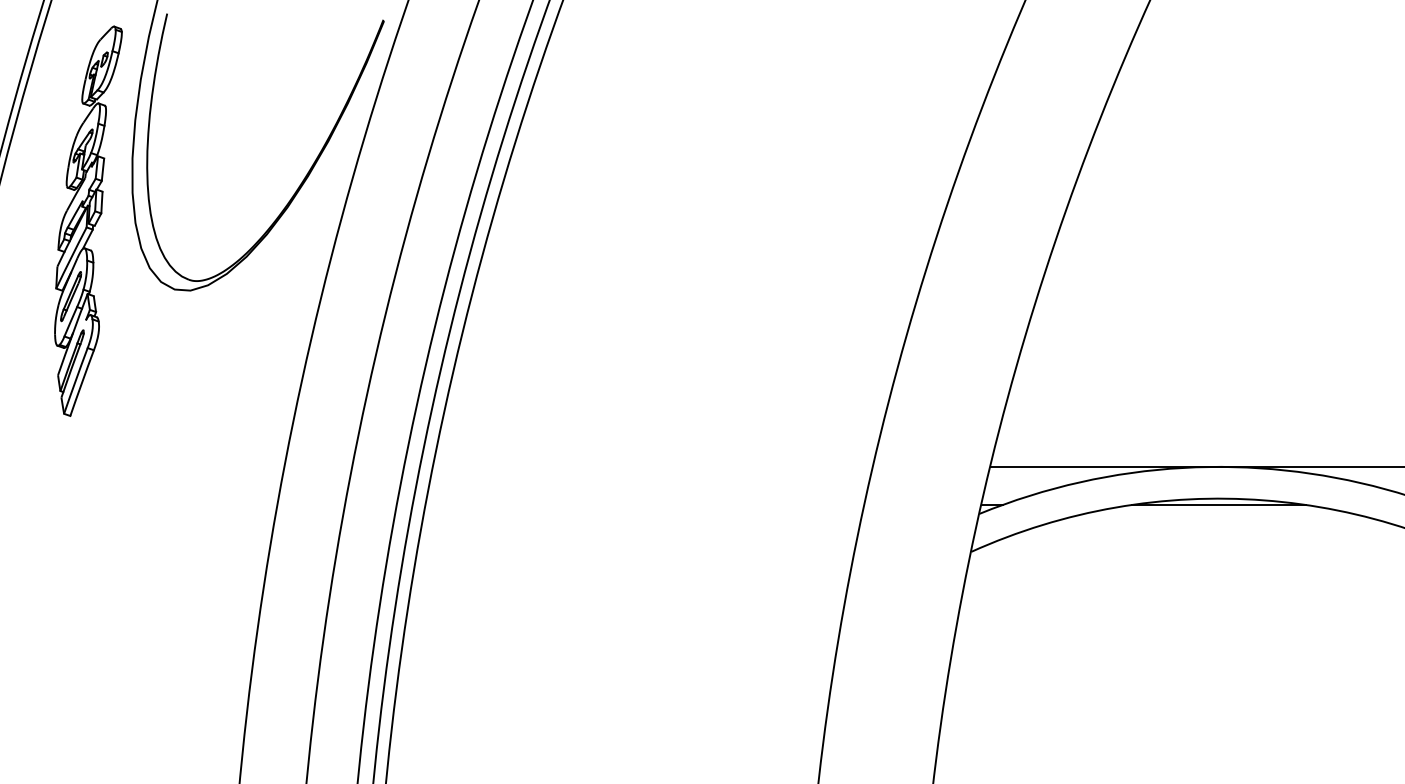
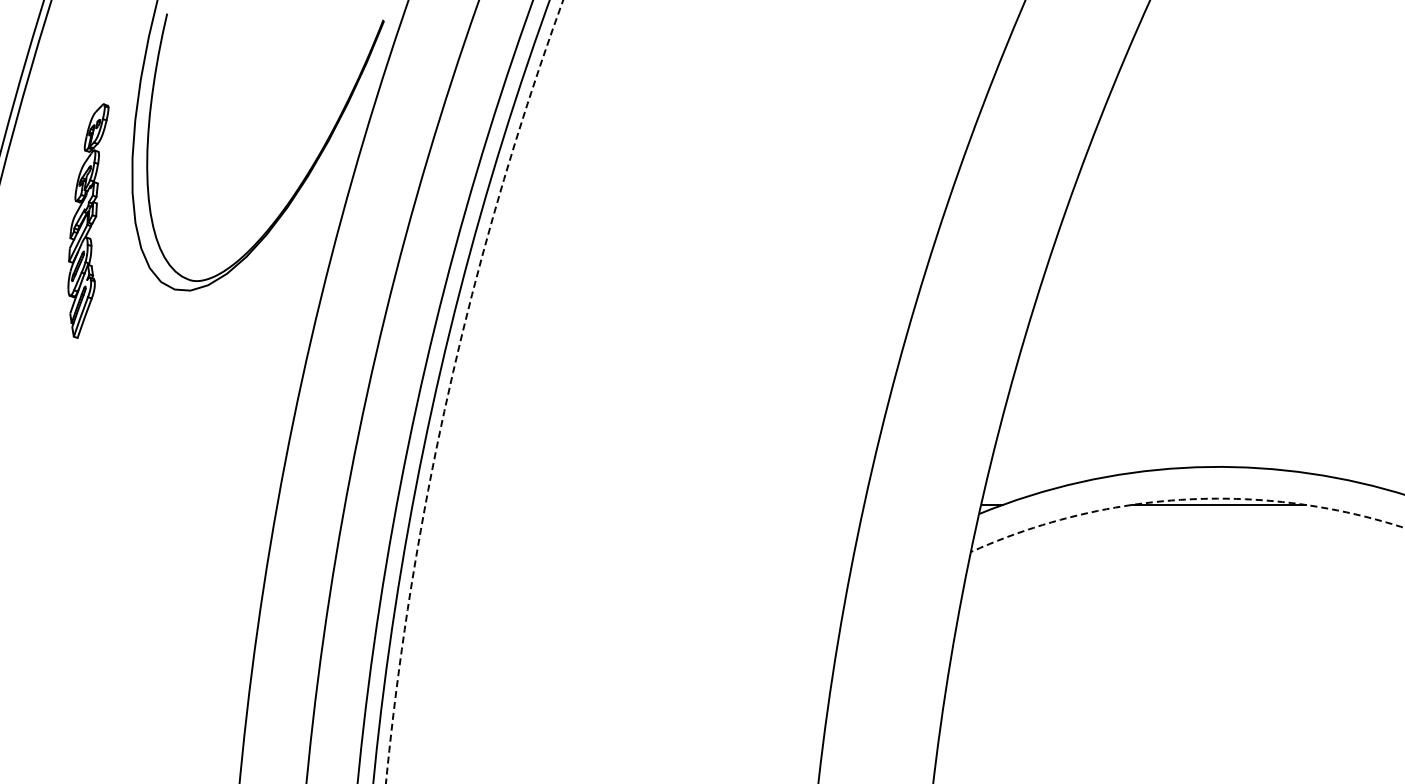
part at (88, 220) size: 69x392 px -> 43x236 px
circle at (474, 391): solid -> dashed
line at (1195, 466): present -> none
arc at (1185, 499): solid -> dashed
